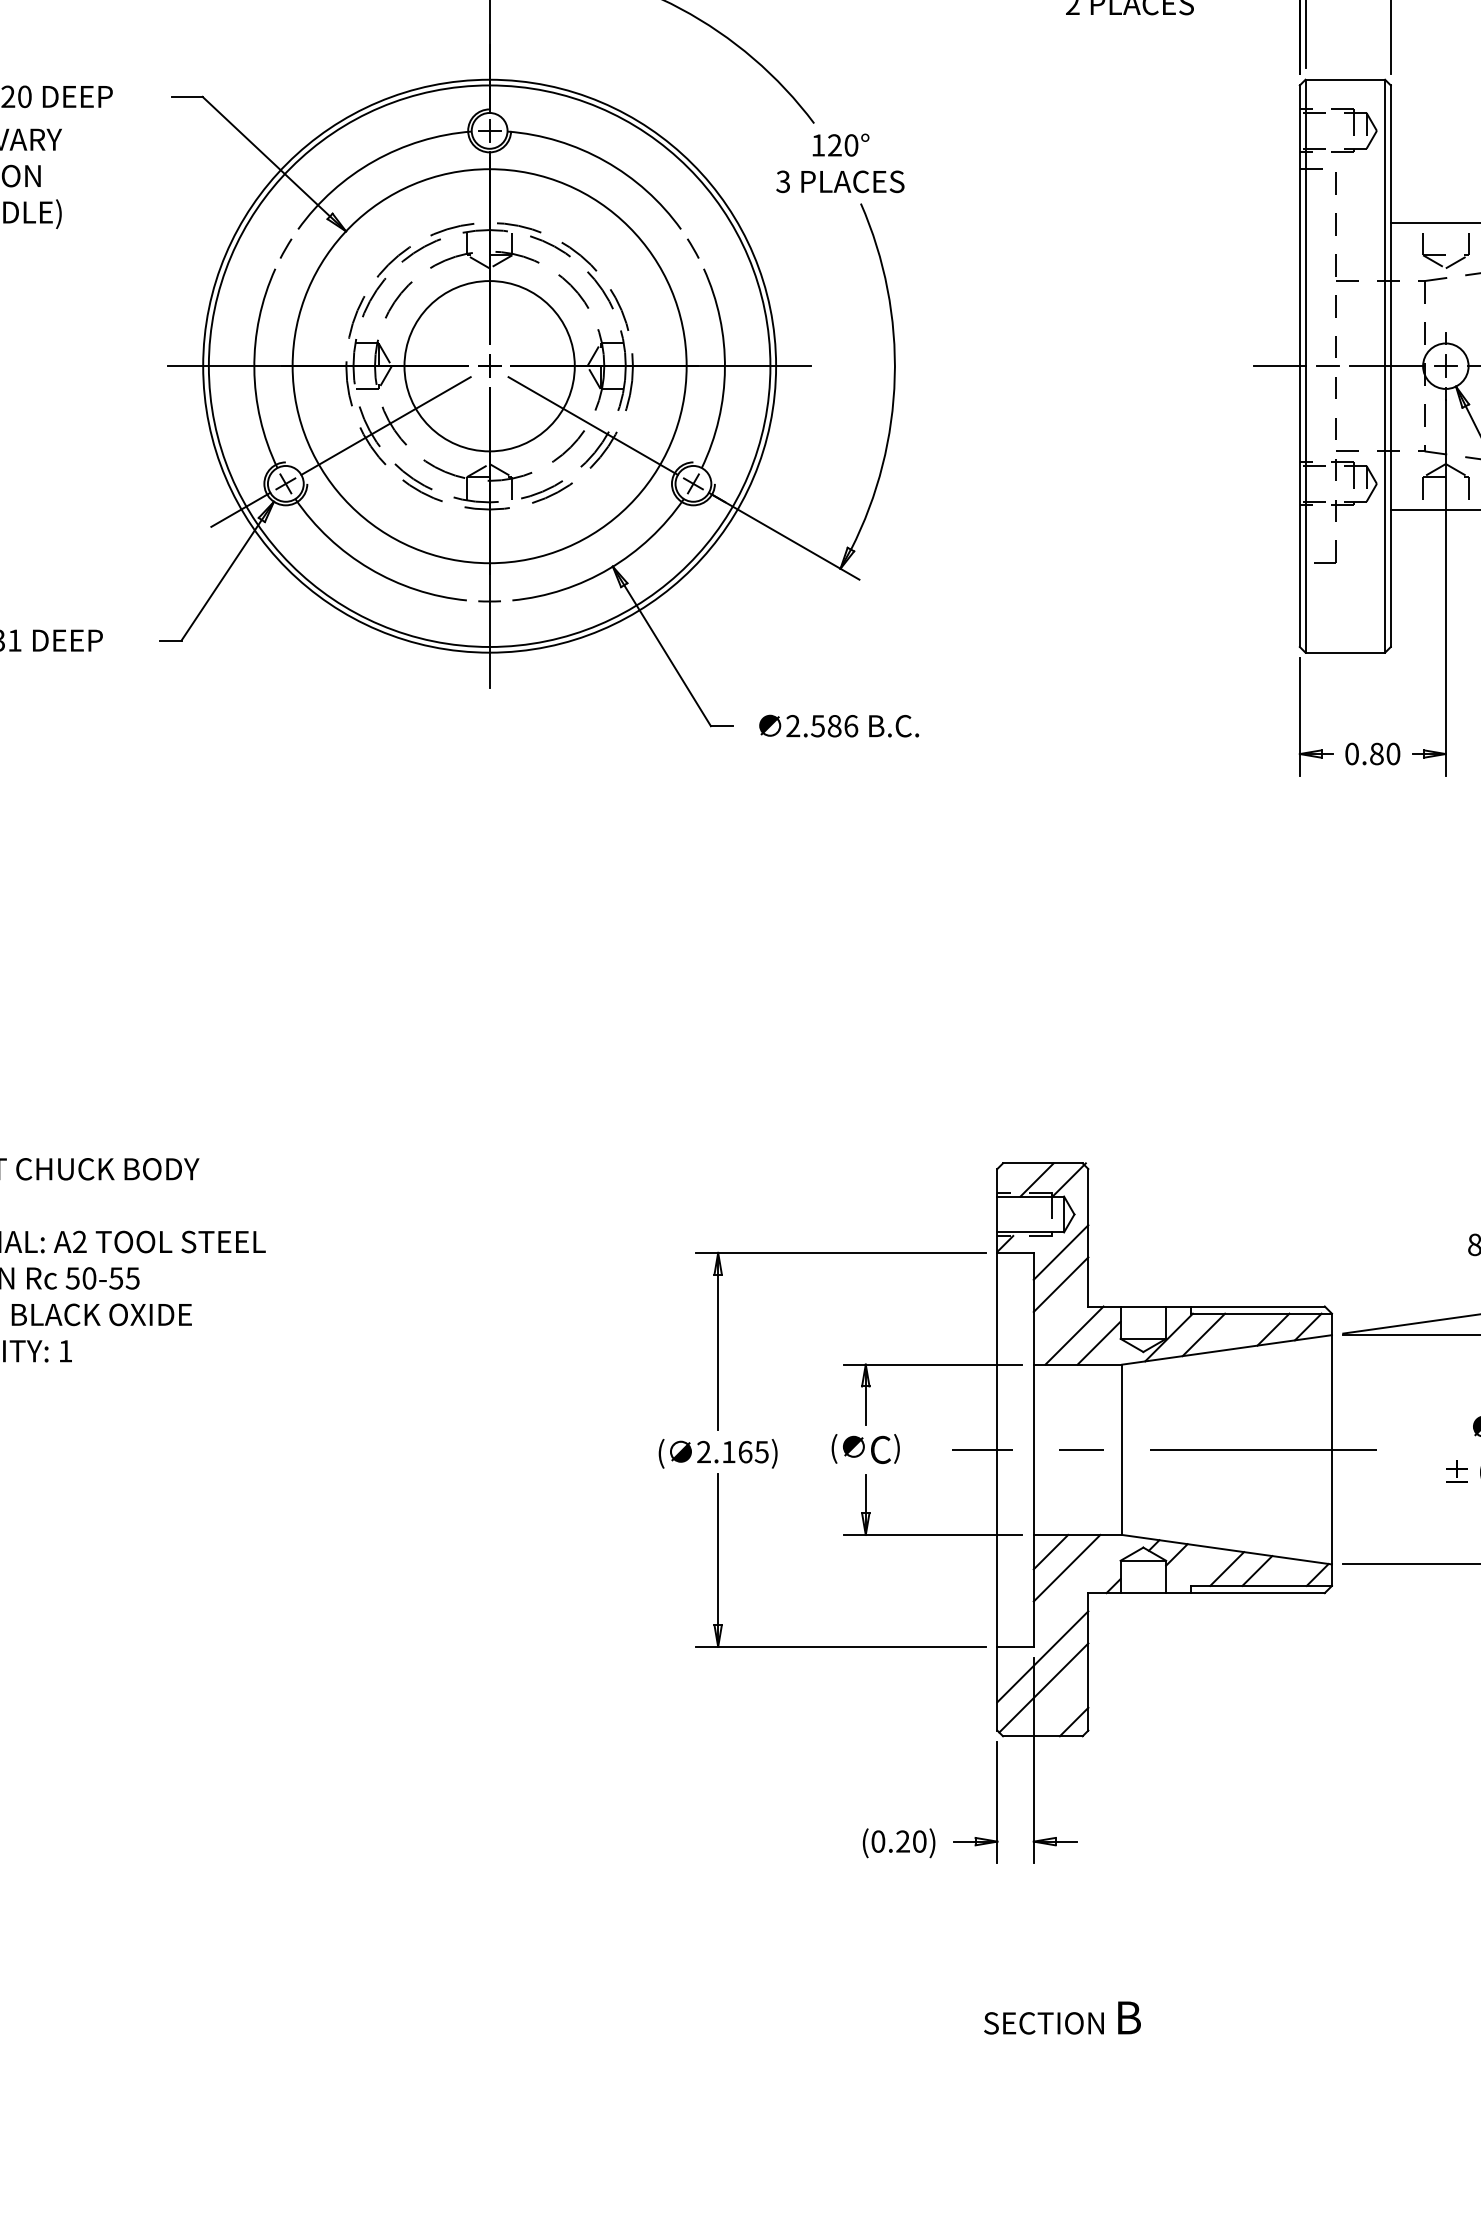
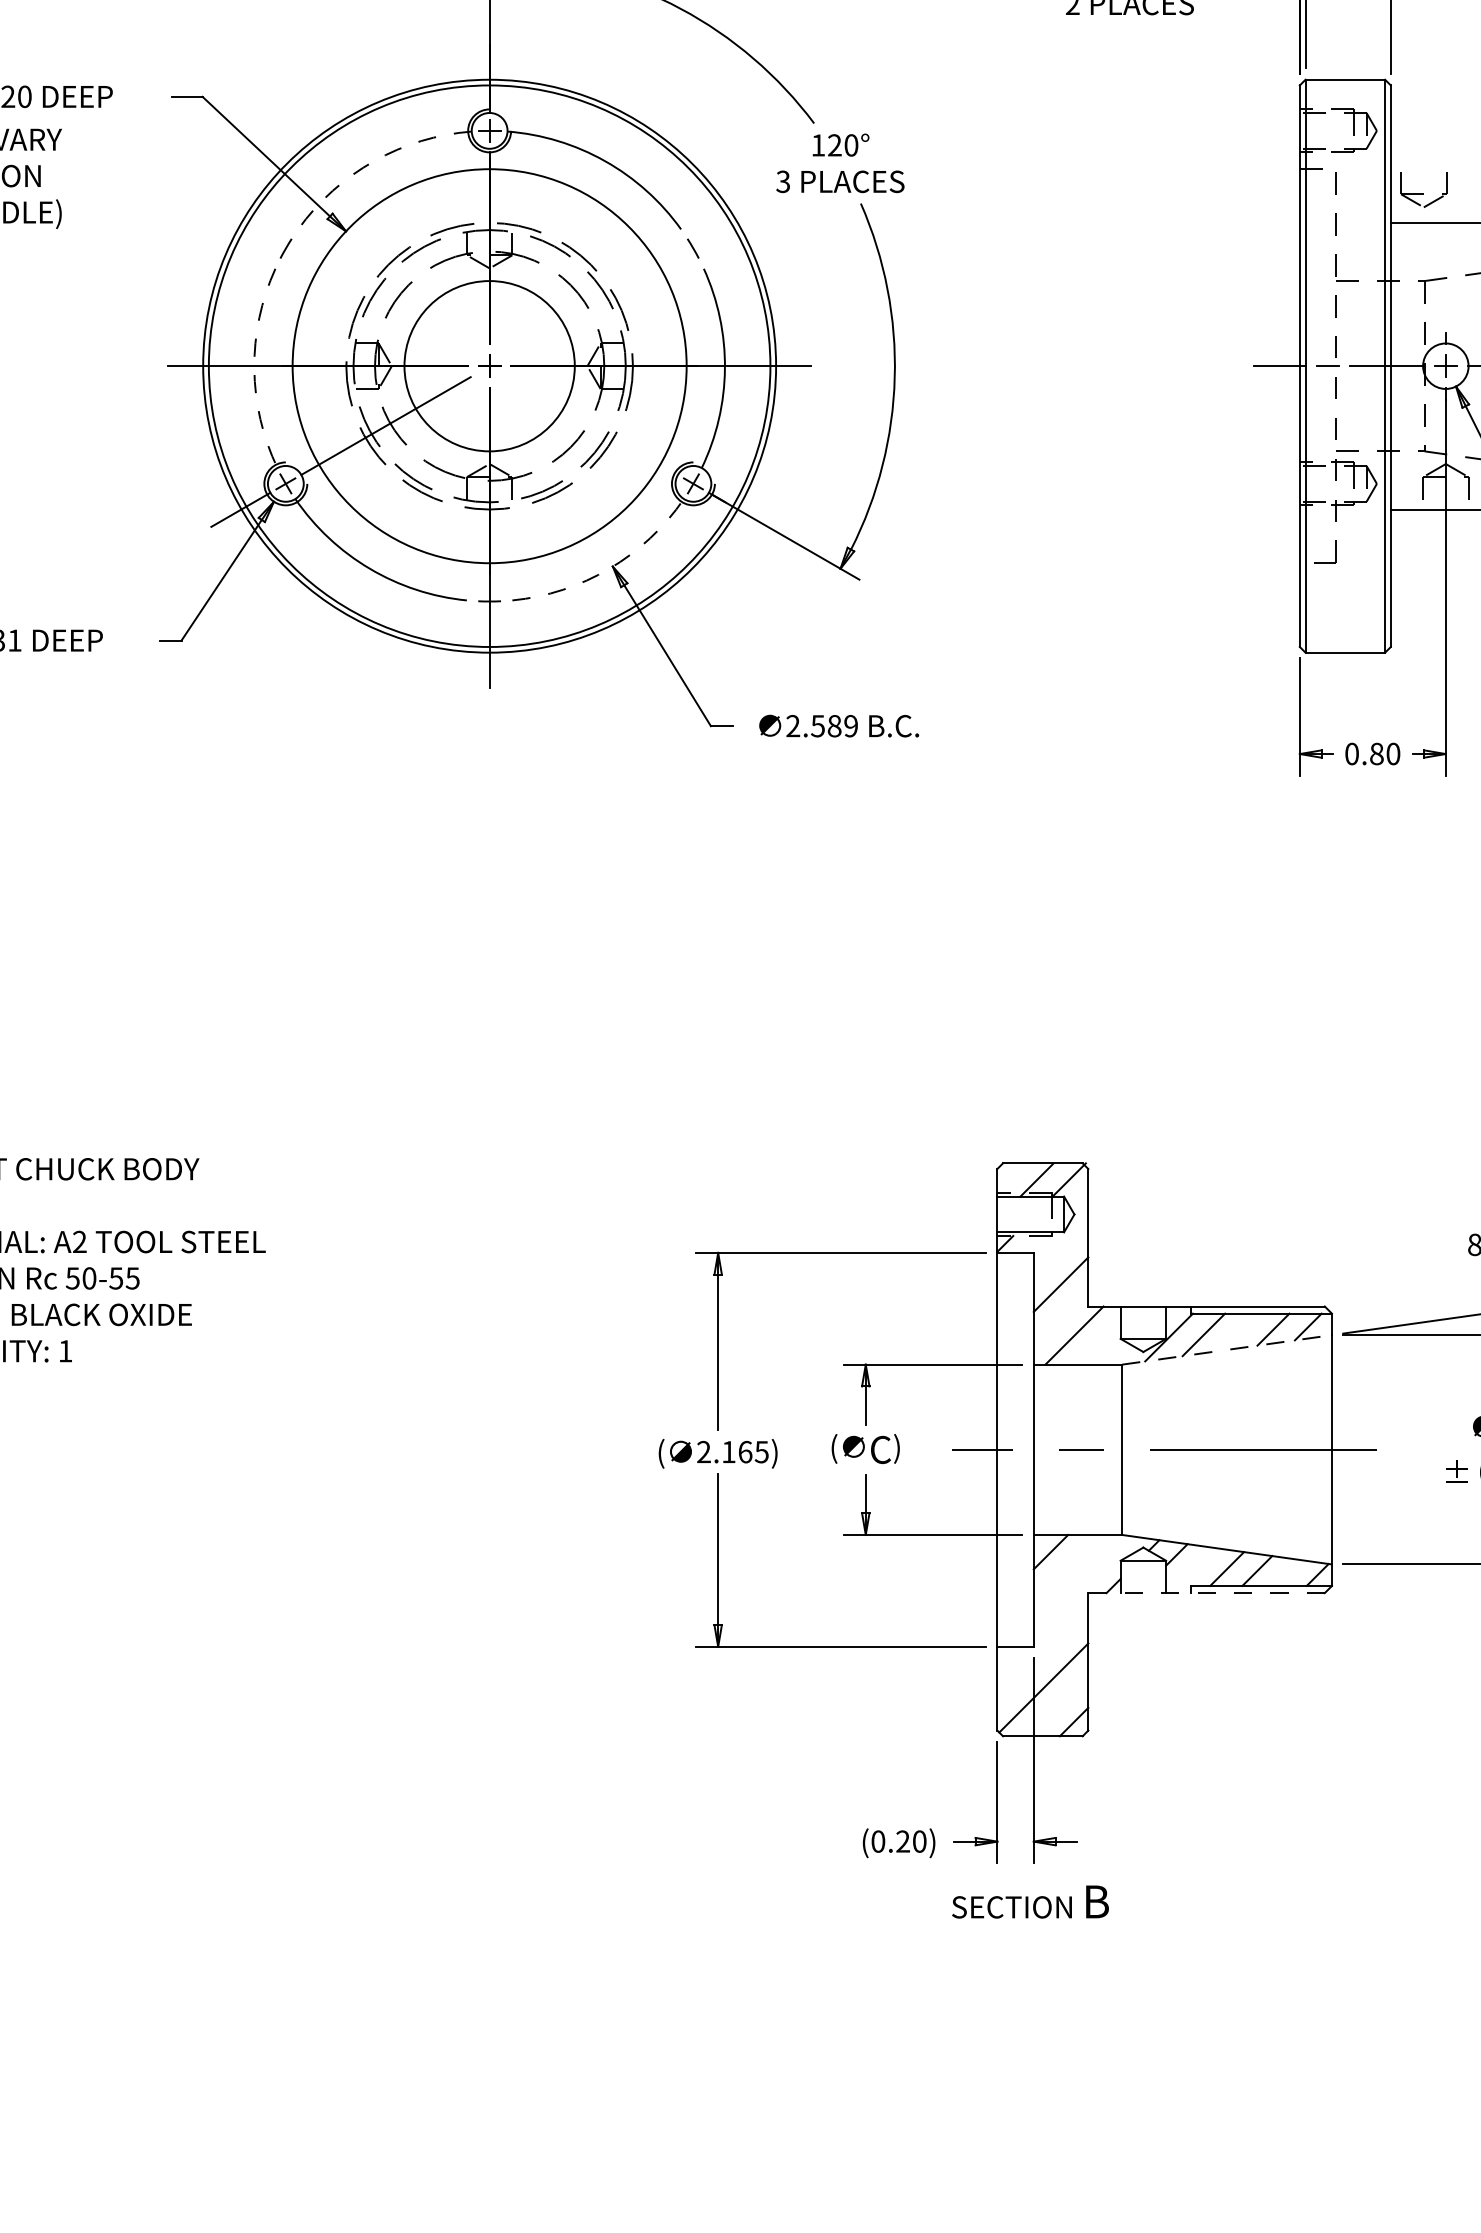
arc at (374, 161): solid -> dashed
part at (1445, 250) position: (1445, 250) -> (1423, 189)
arc at (254, 368): solid -> dashed
line at (592, 425): present -> none
arc at (609, 568): solid -> dashed
text at (851, 726): 2.586 -> 2.589
line at (1060, 1252): present -> none
line at (1098, 1342): present -> none
line at (1227, 1349): solid -> dashed
line at (1066, 1567): present -> none
line at (1207, 1593): solid -> dashed
line at (1042, 1656): present -> none
text at (1062, 2017) position: (1062, 2017) -> (1030, 1901)
